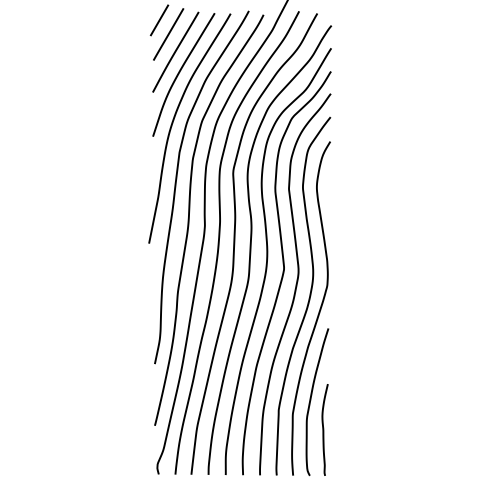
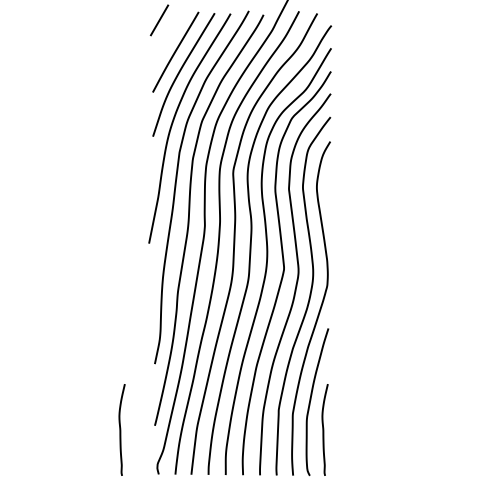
line at (168, 34): present -> none
curve at (121, 429): none -> present
